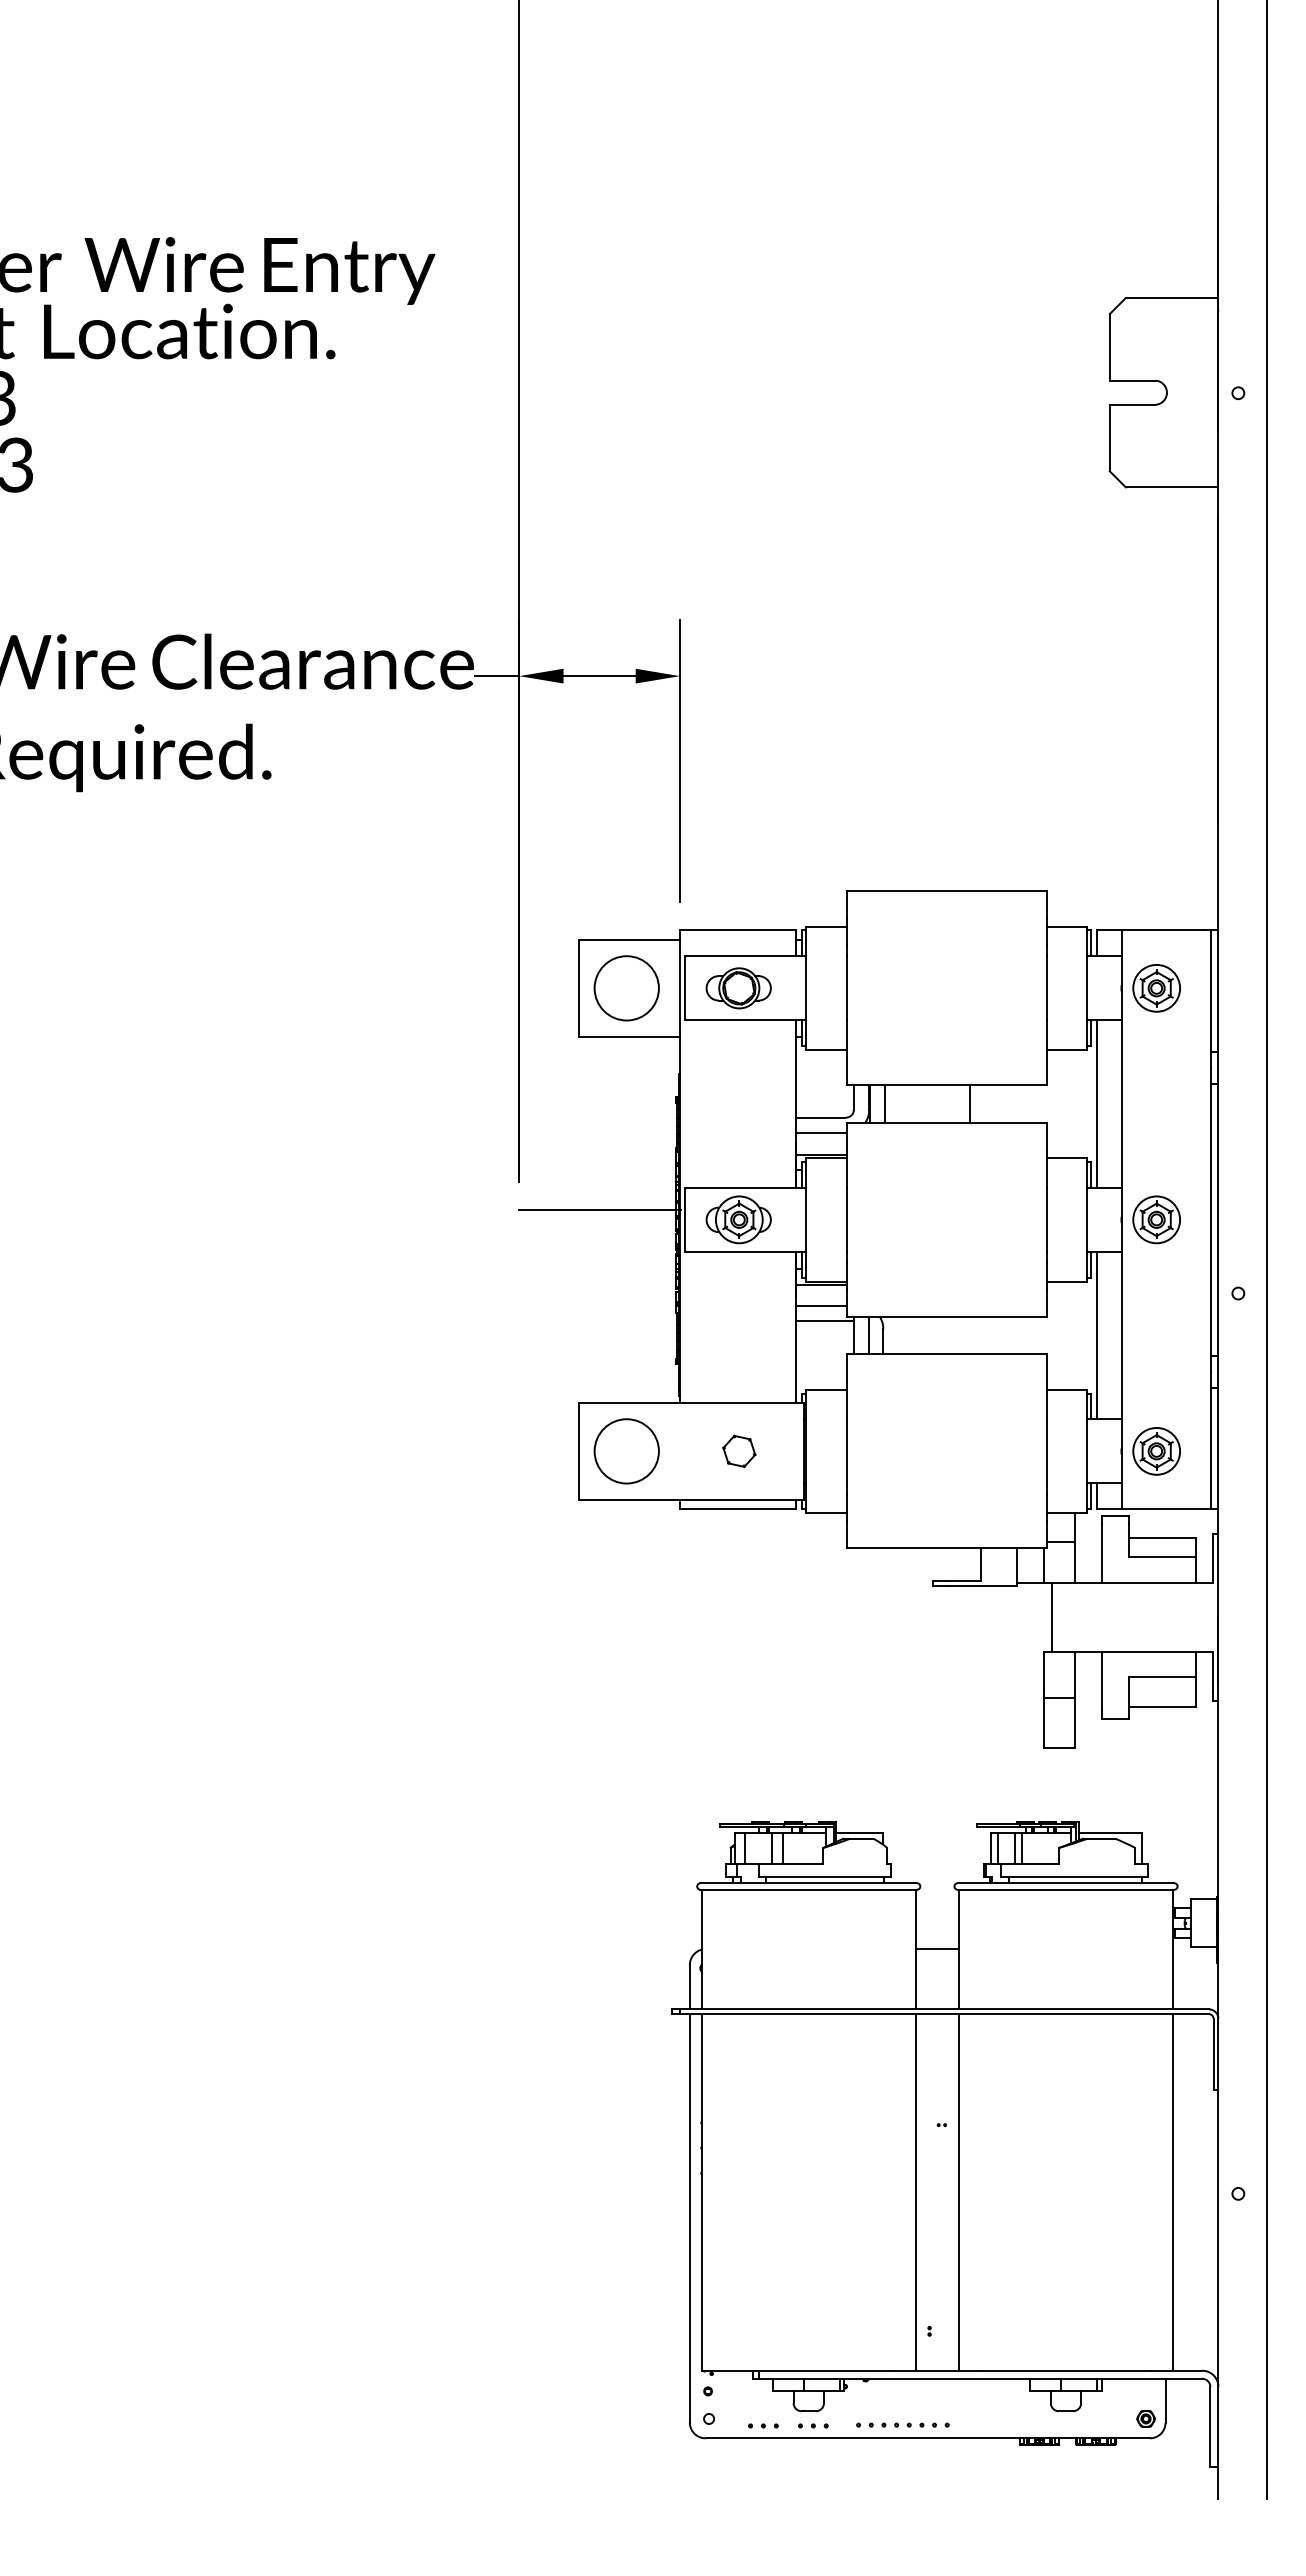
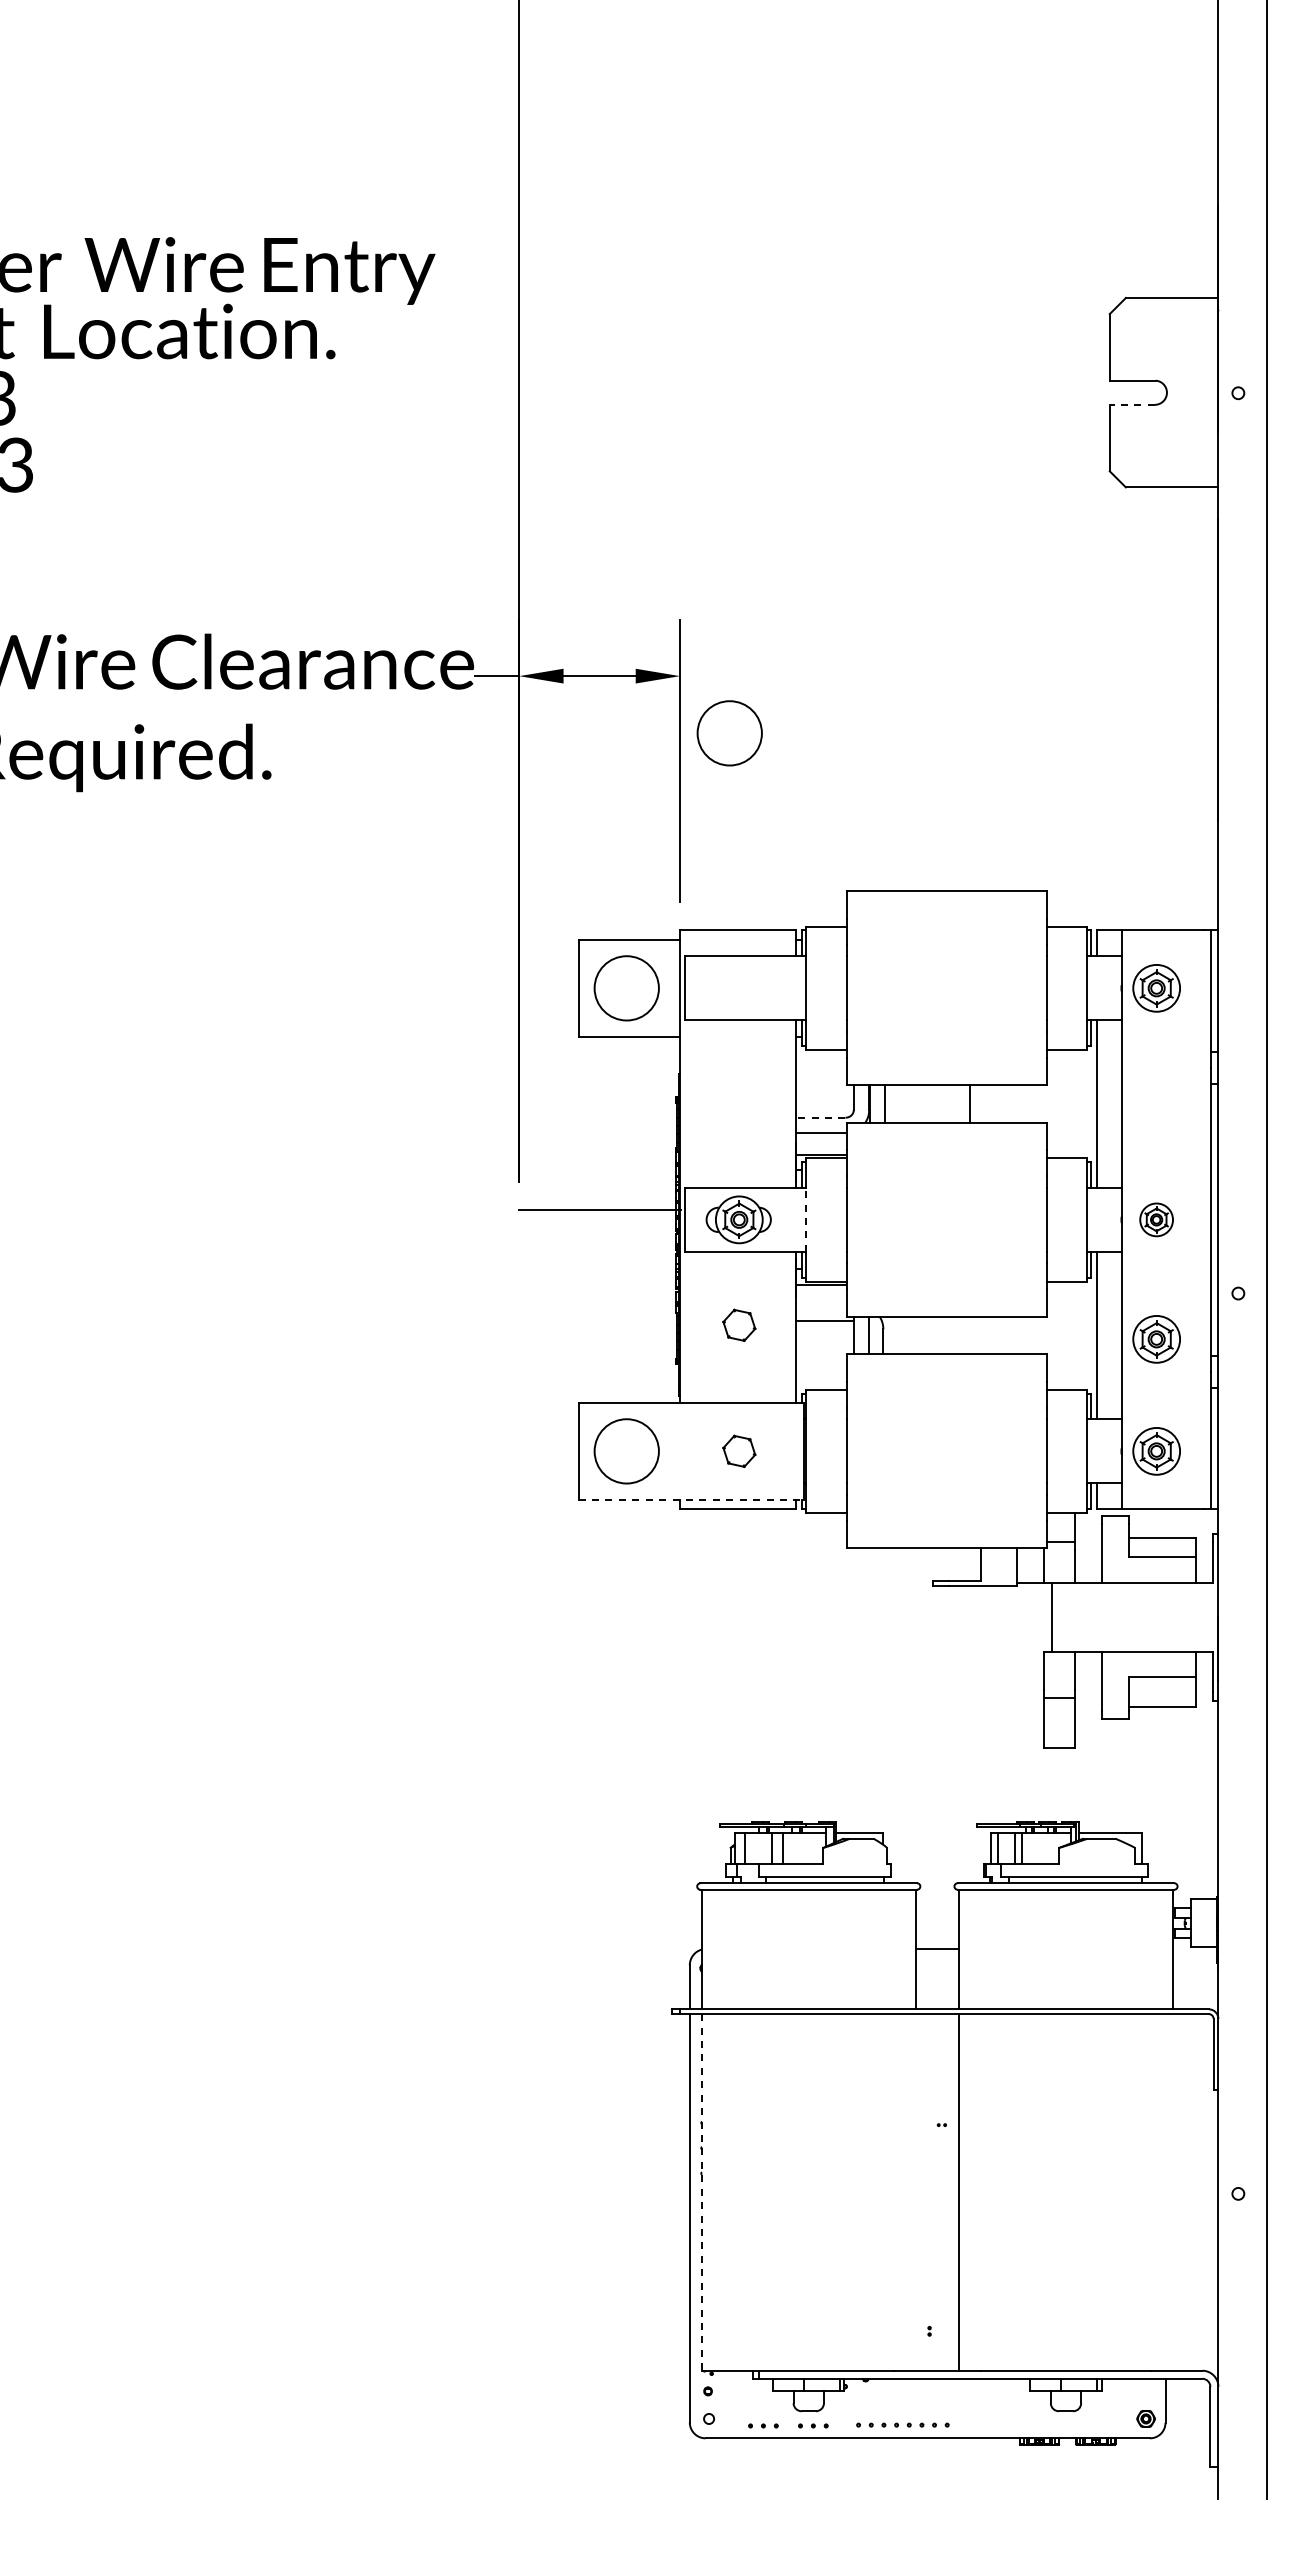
line at (1132, 404): solid -> dashed
circle at (729, 733): none -> present
part at (738, 988): present -> none
line at (820, 1117): solid -> dashed
line at (805, 1219): solid -> dashed
part at (1156, 1219) size: 49x50 px -> 35x36 px
line at (820, 1305): present -> none
part at (739, 1324): none -> present
part at (1156, 1339): none -> present
line at (691, 1499): solid -> dashed
line at (702, 2192): solid -> dashed
line at (915, 2192): present -> none
line at (1172, 2192): present -> none
